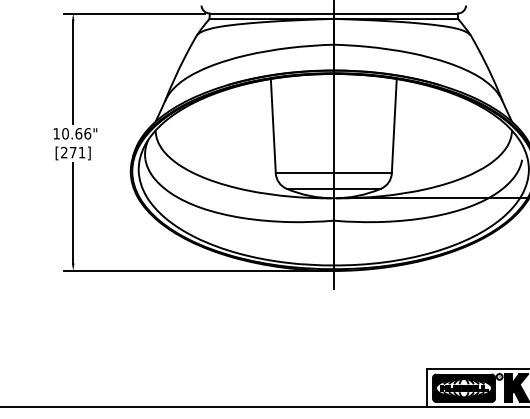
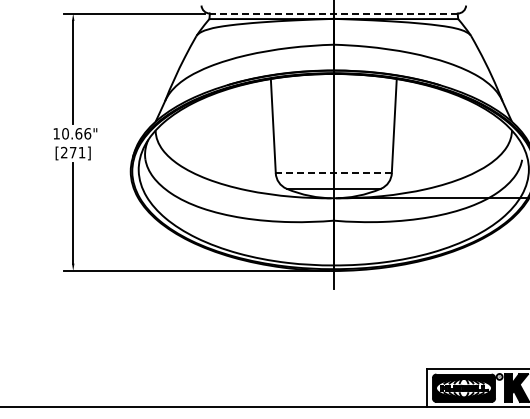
line at (333, 13): solid -> dashed
line at (333, 173): solid -> dashed
